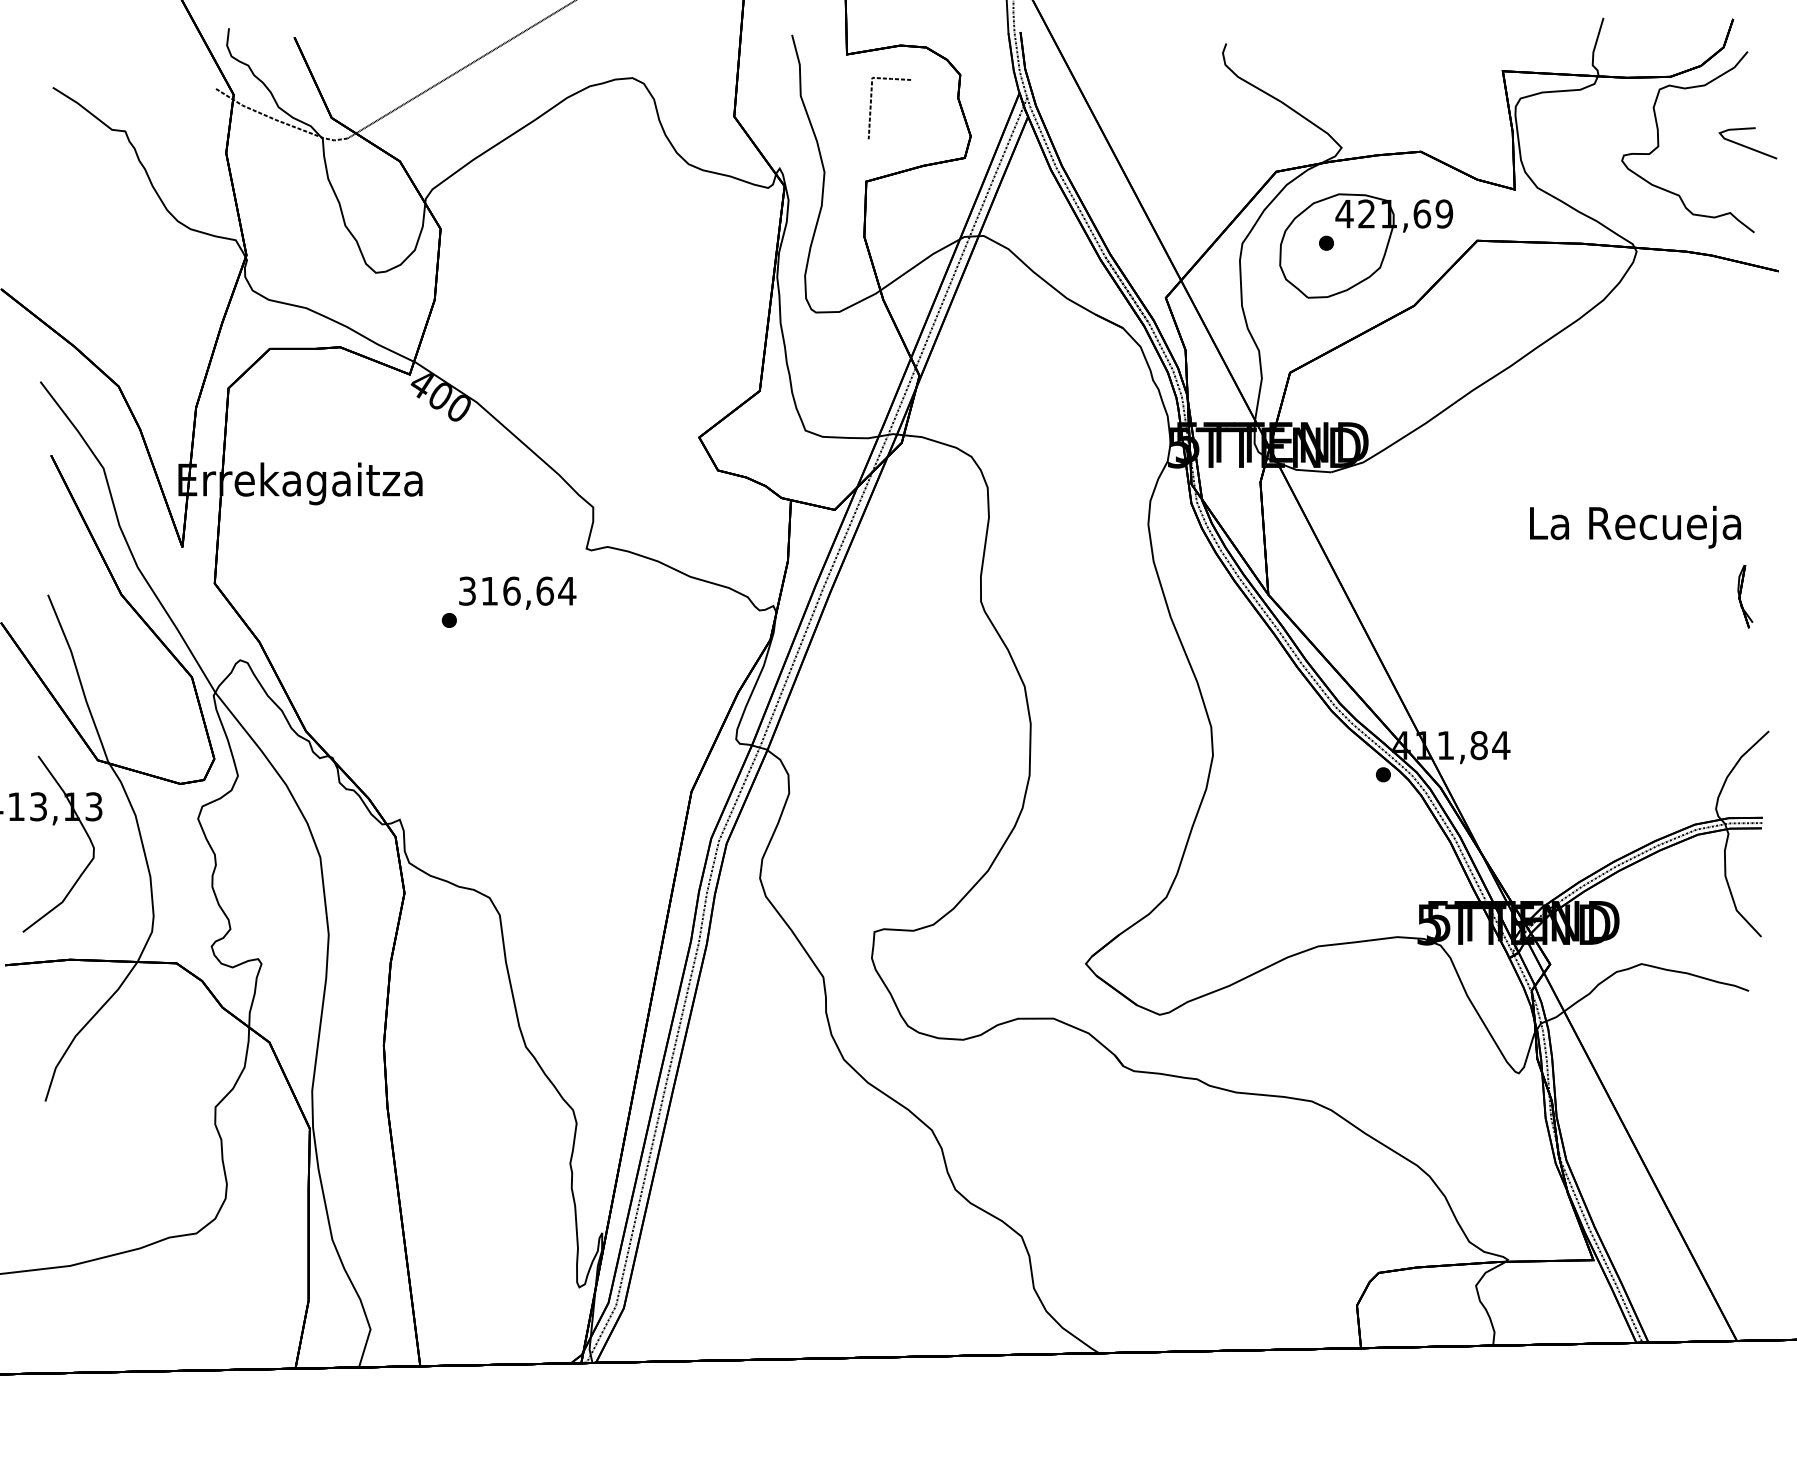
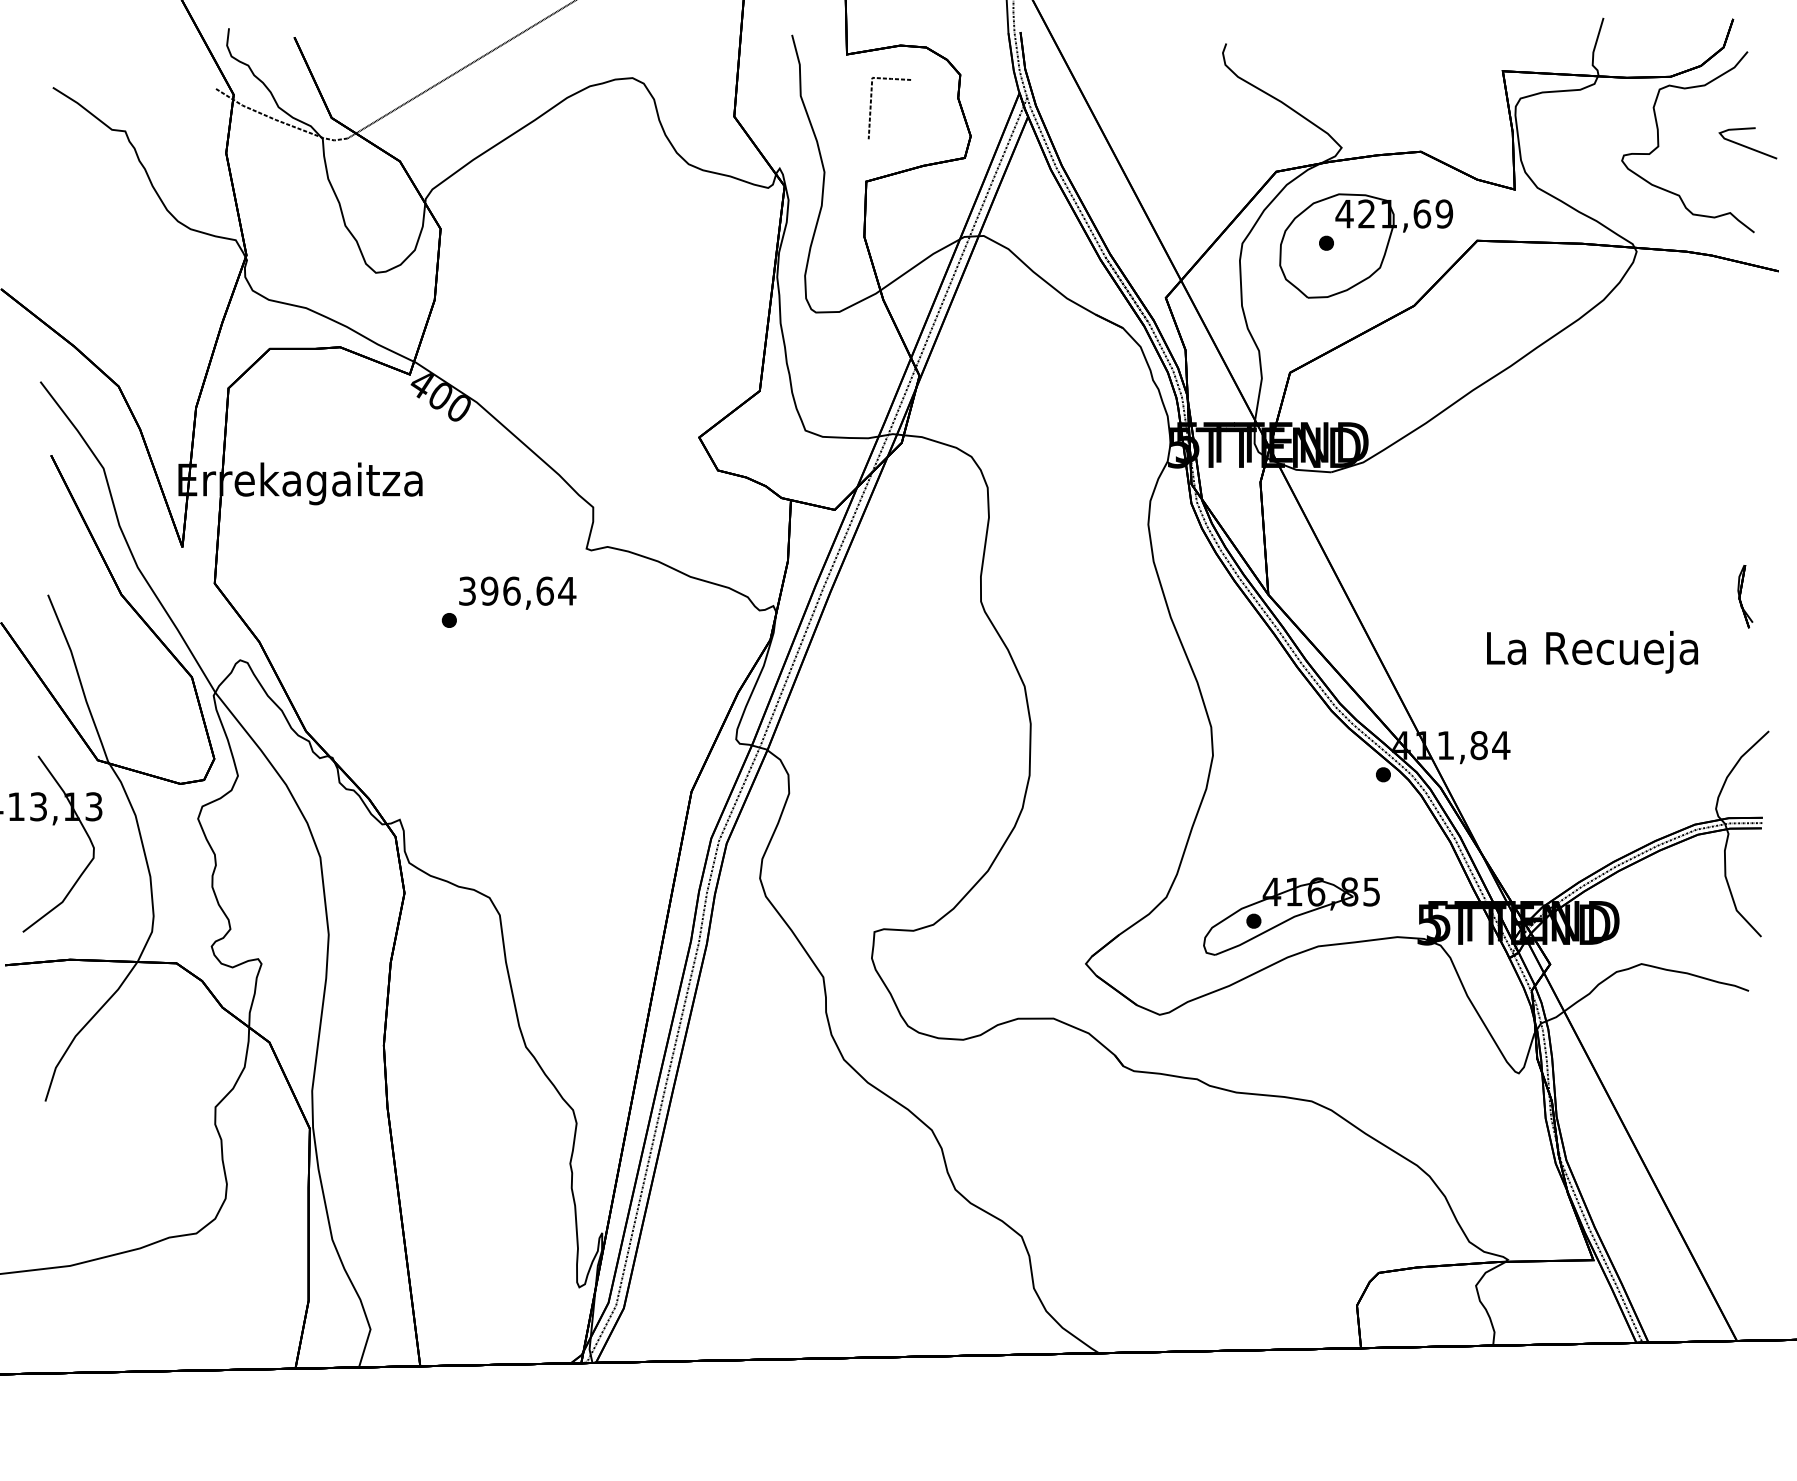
text at (1635, 526) position: (1635, 526) -> (1592, 651)
text at (489, 590): 316,64 -> 396,64
part at (1291, 916): none -> present
